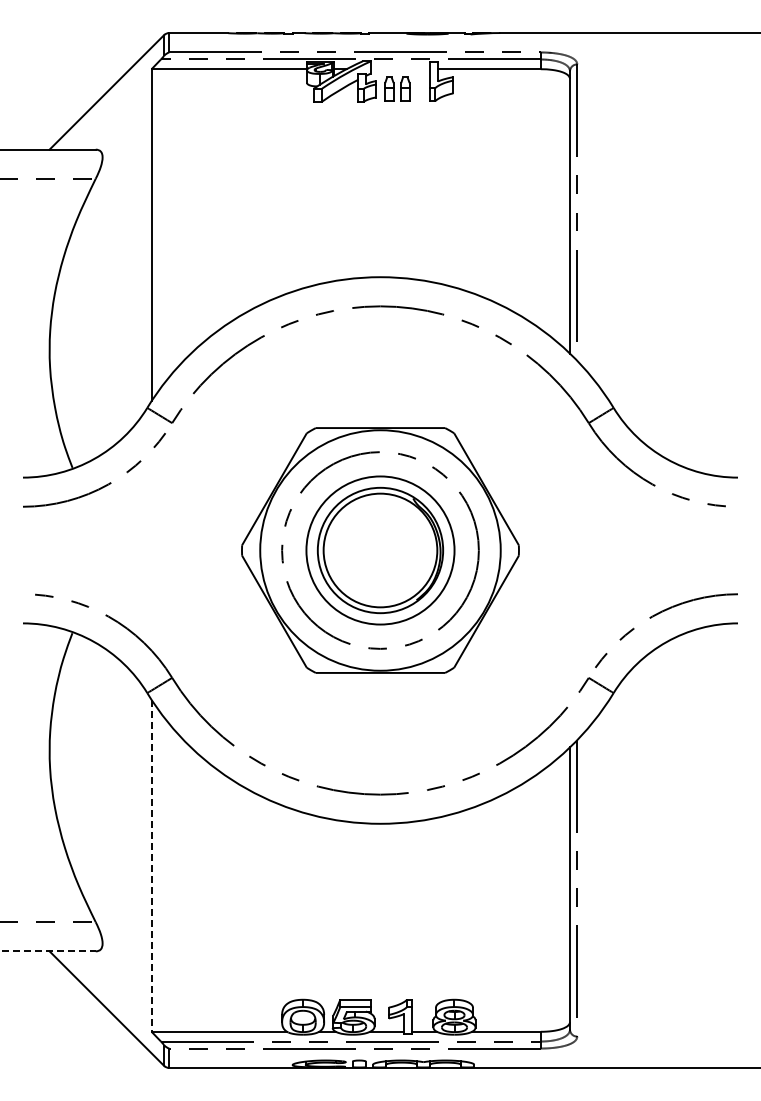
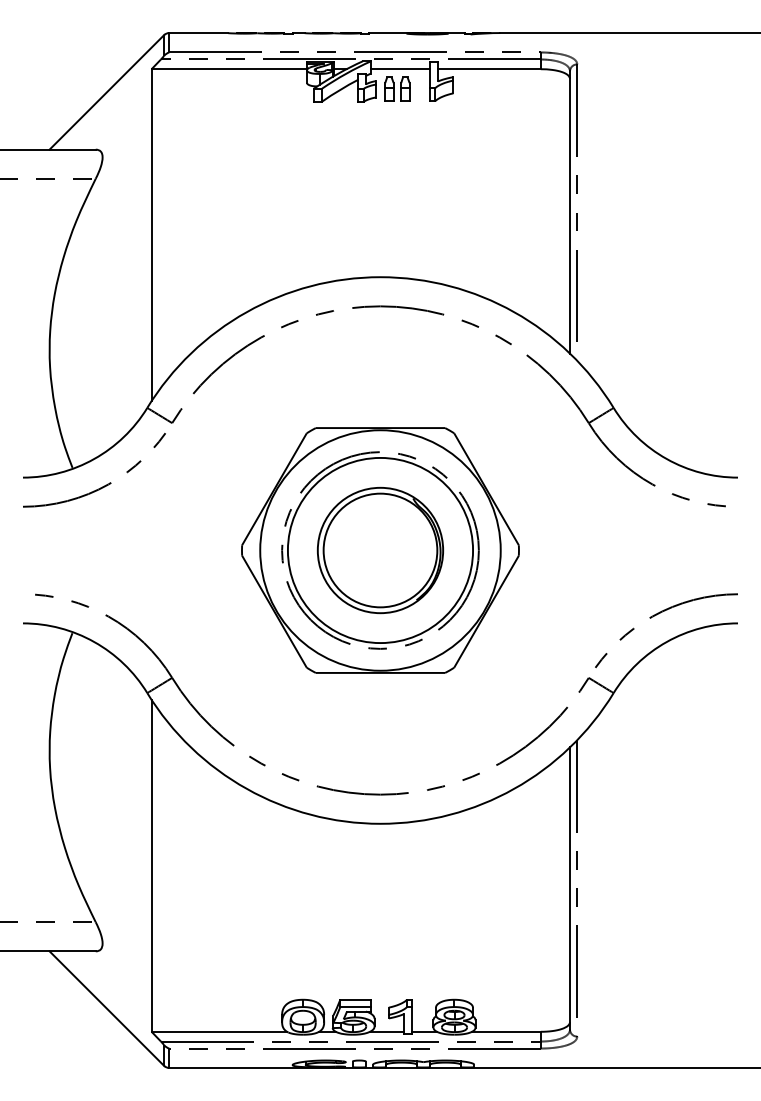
line at (399, 69): none -> present
circle at (380, 550) diameter: 148 px -> 185 px
line at (151, 865): dashed -> solid
line at (47, 951): dashed -> solid
